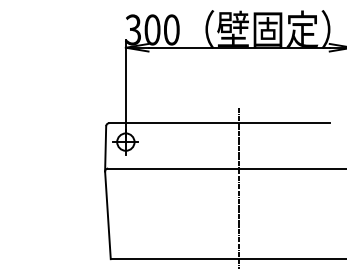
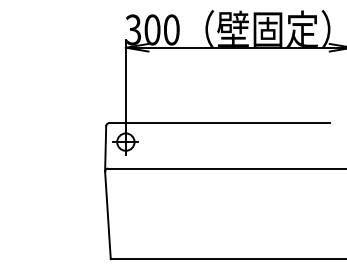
line at (239, 186): present -> none
